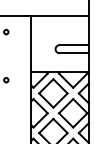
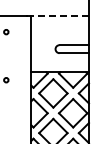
line at (60, 16): solid -> dashed
